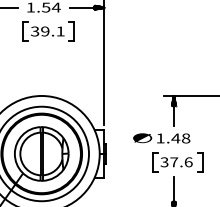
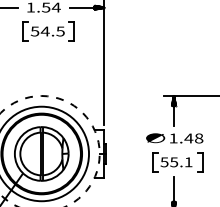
text at (47, 31): 39.1 -> 54.5
text at (161, 138) position: (161, 138) -> (174, 138)
circle at (49, 150): solid -> dashed
text at (176, 162): 37.6 -> 55.1
